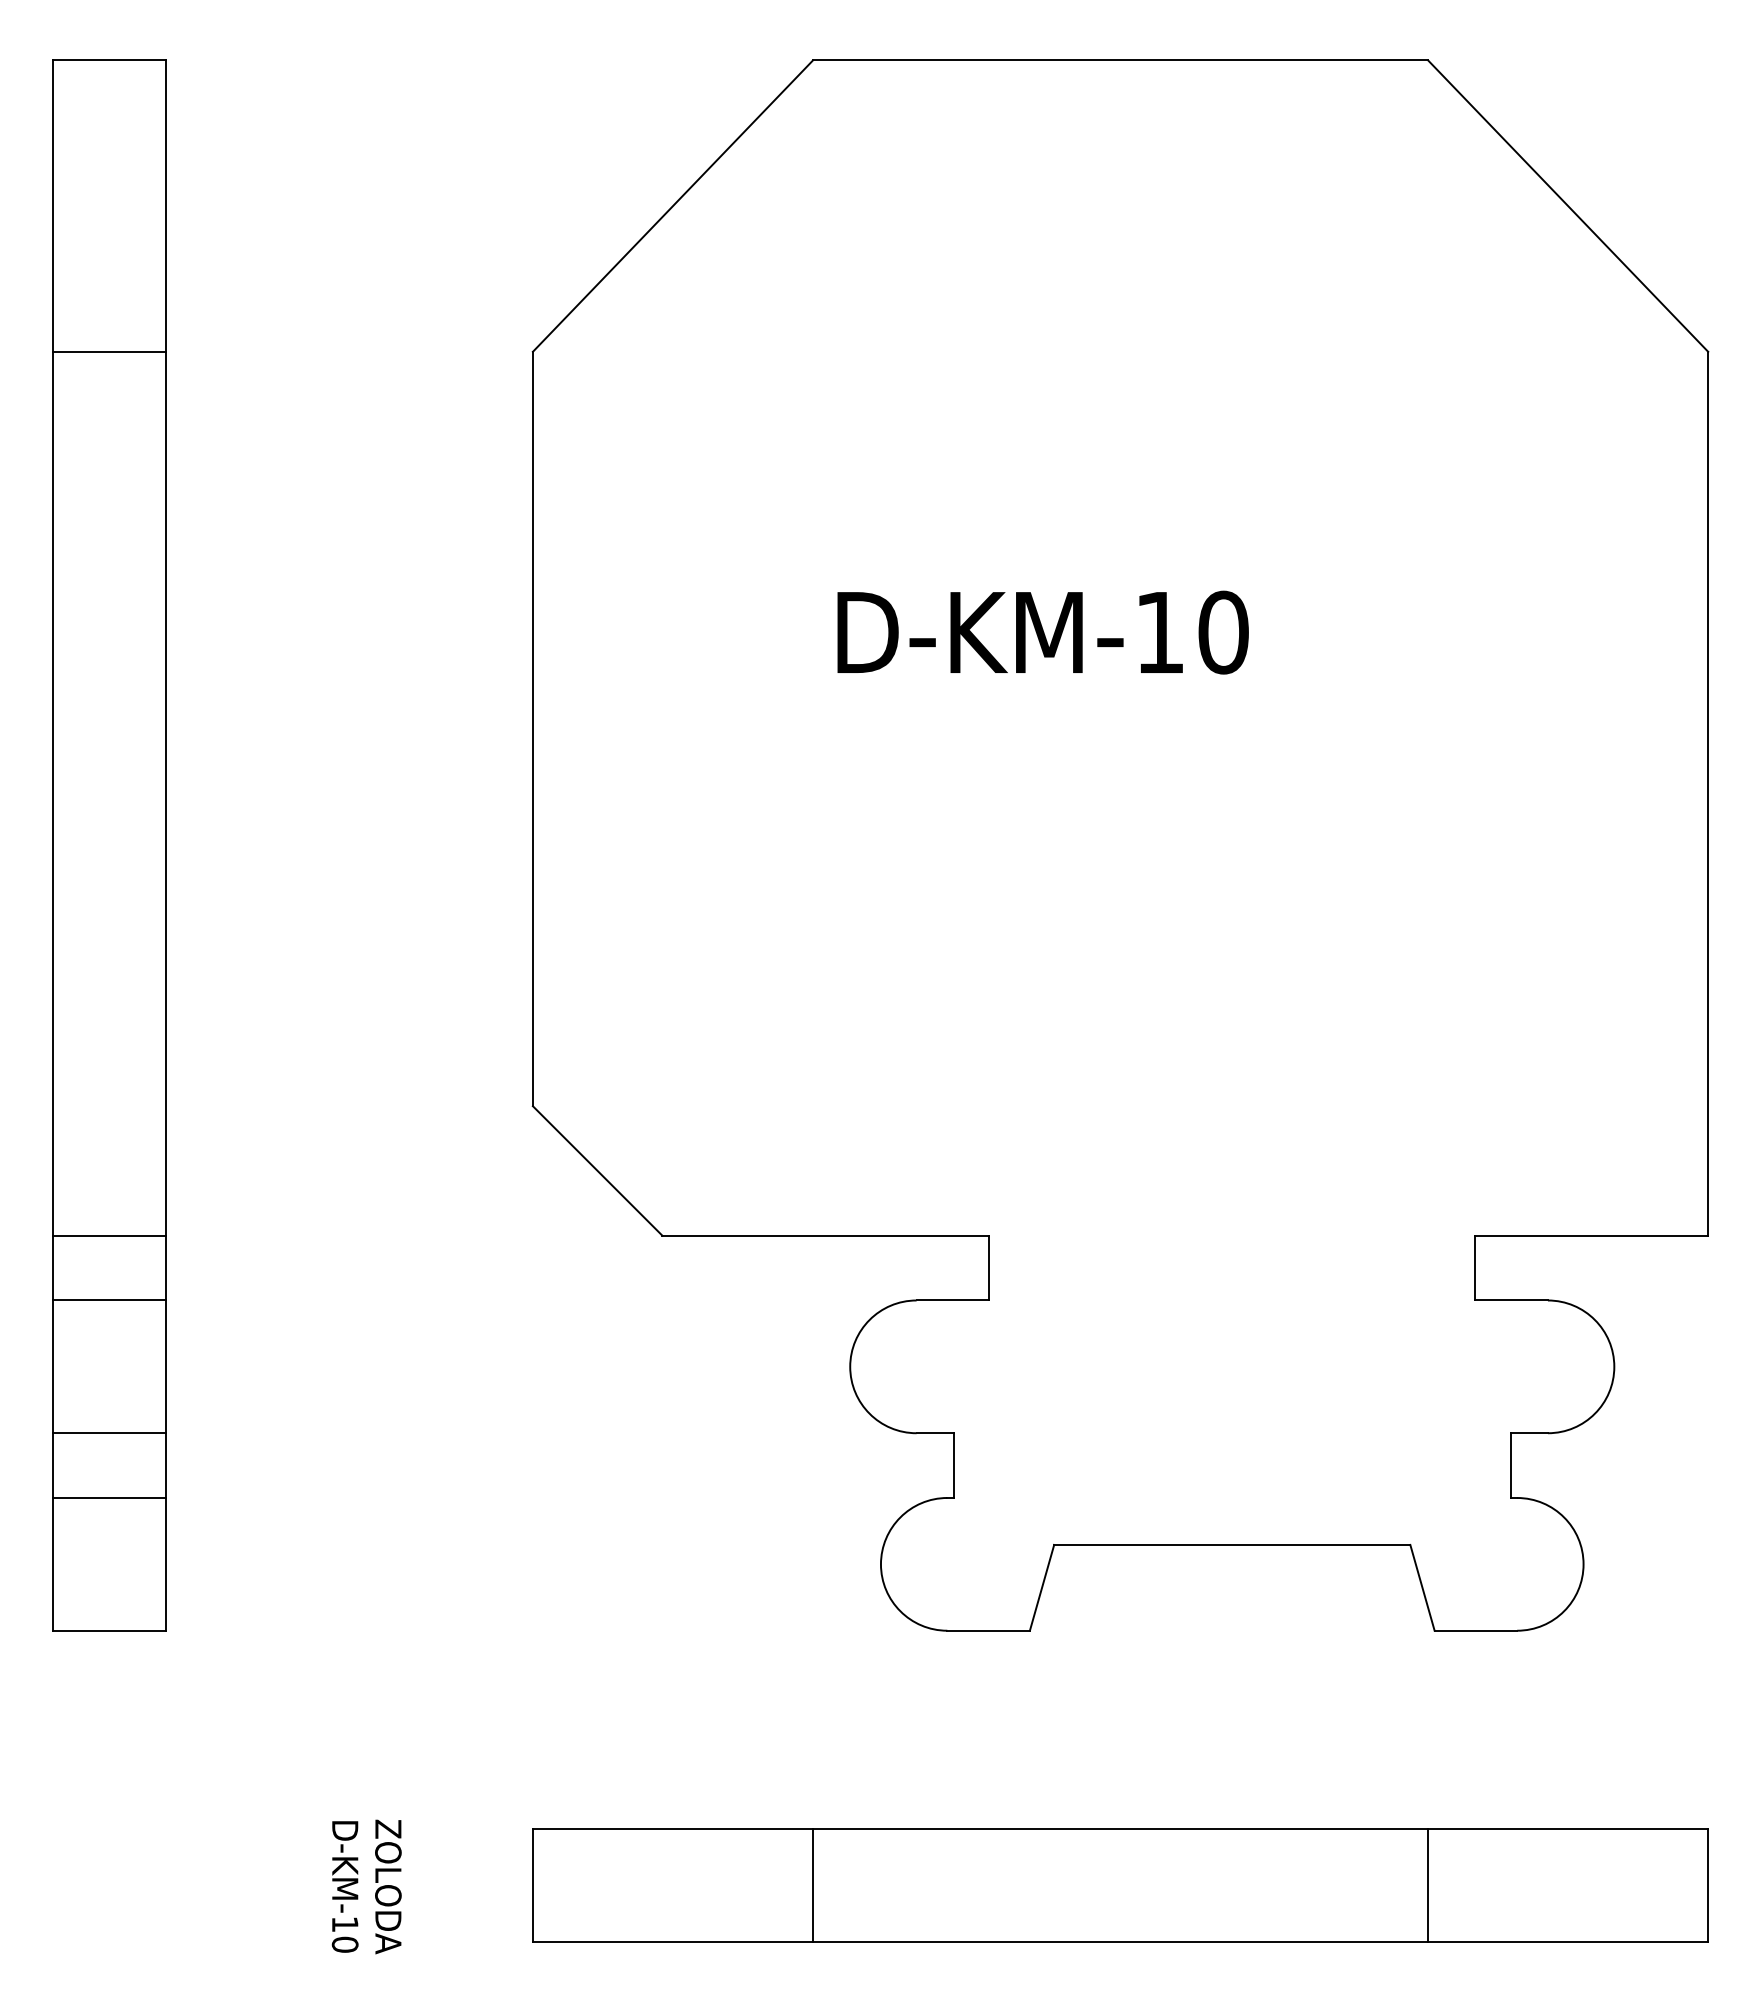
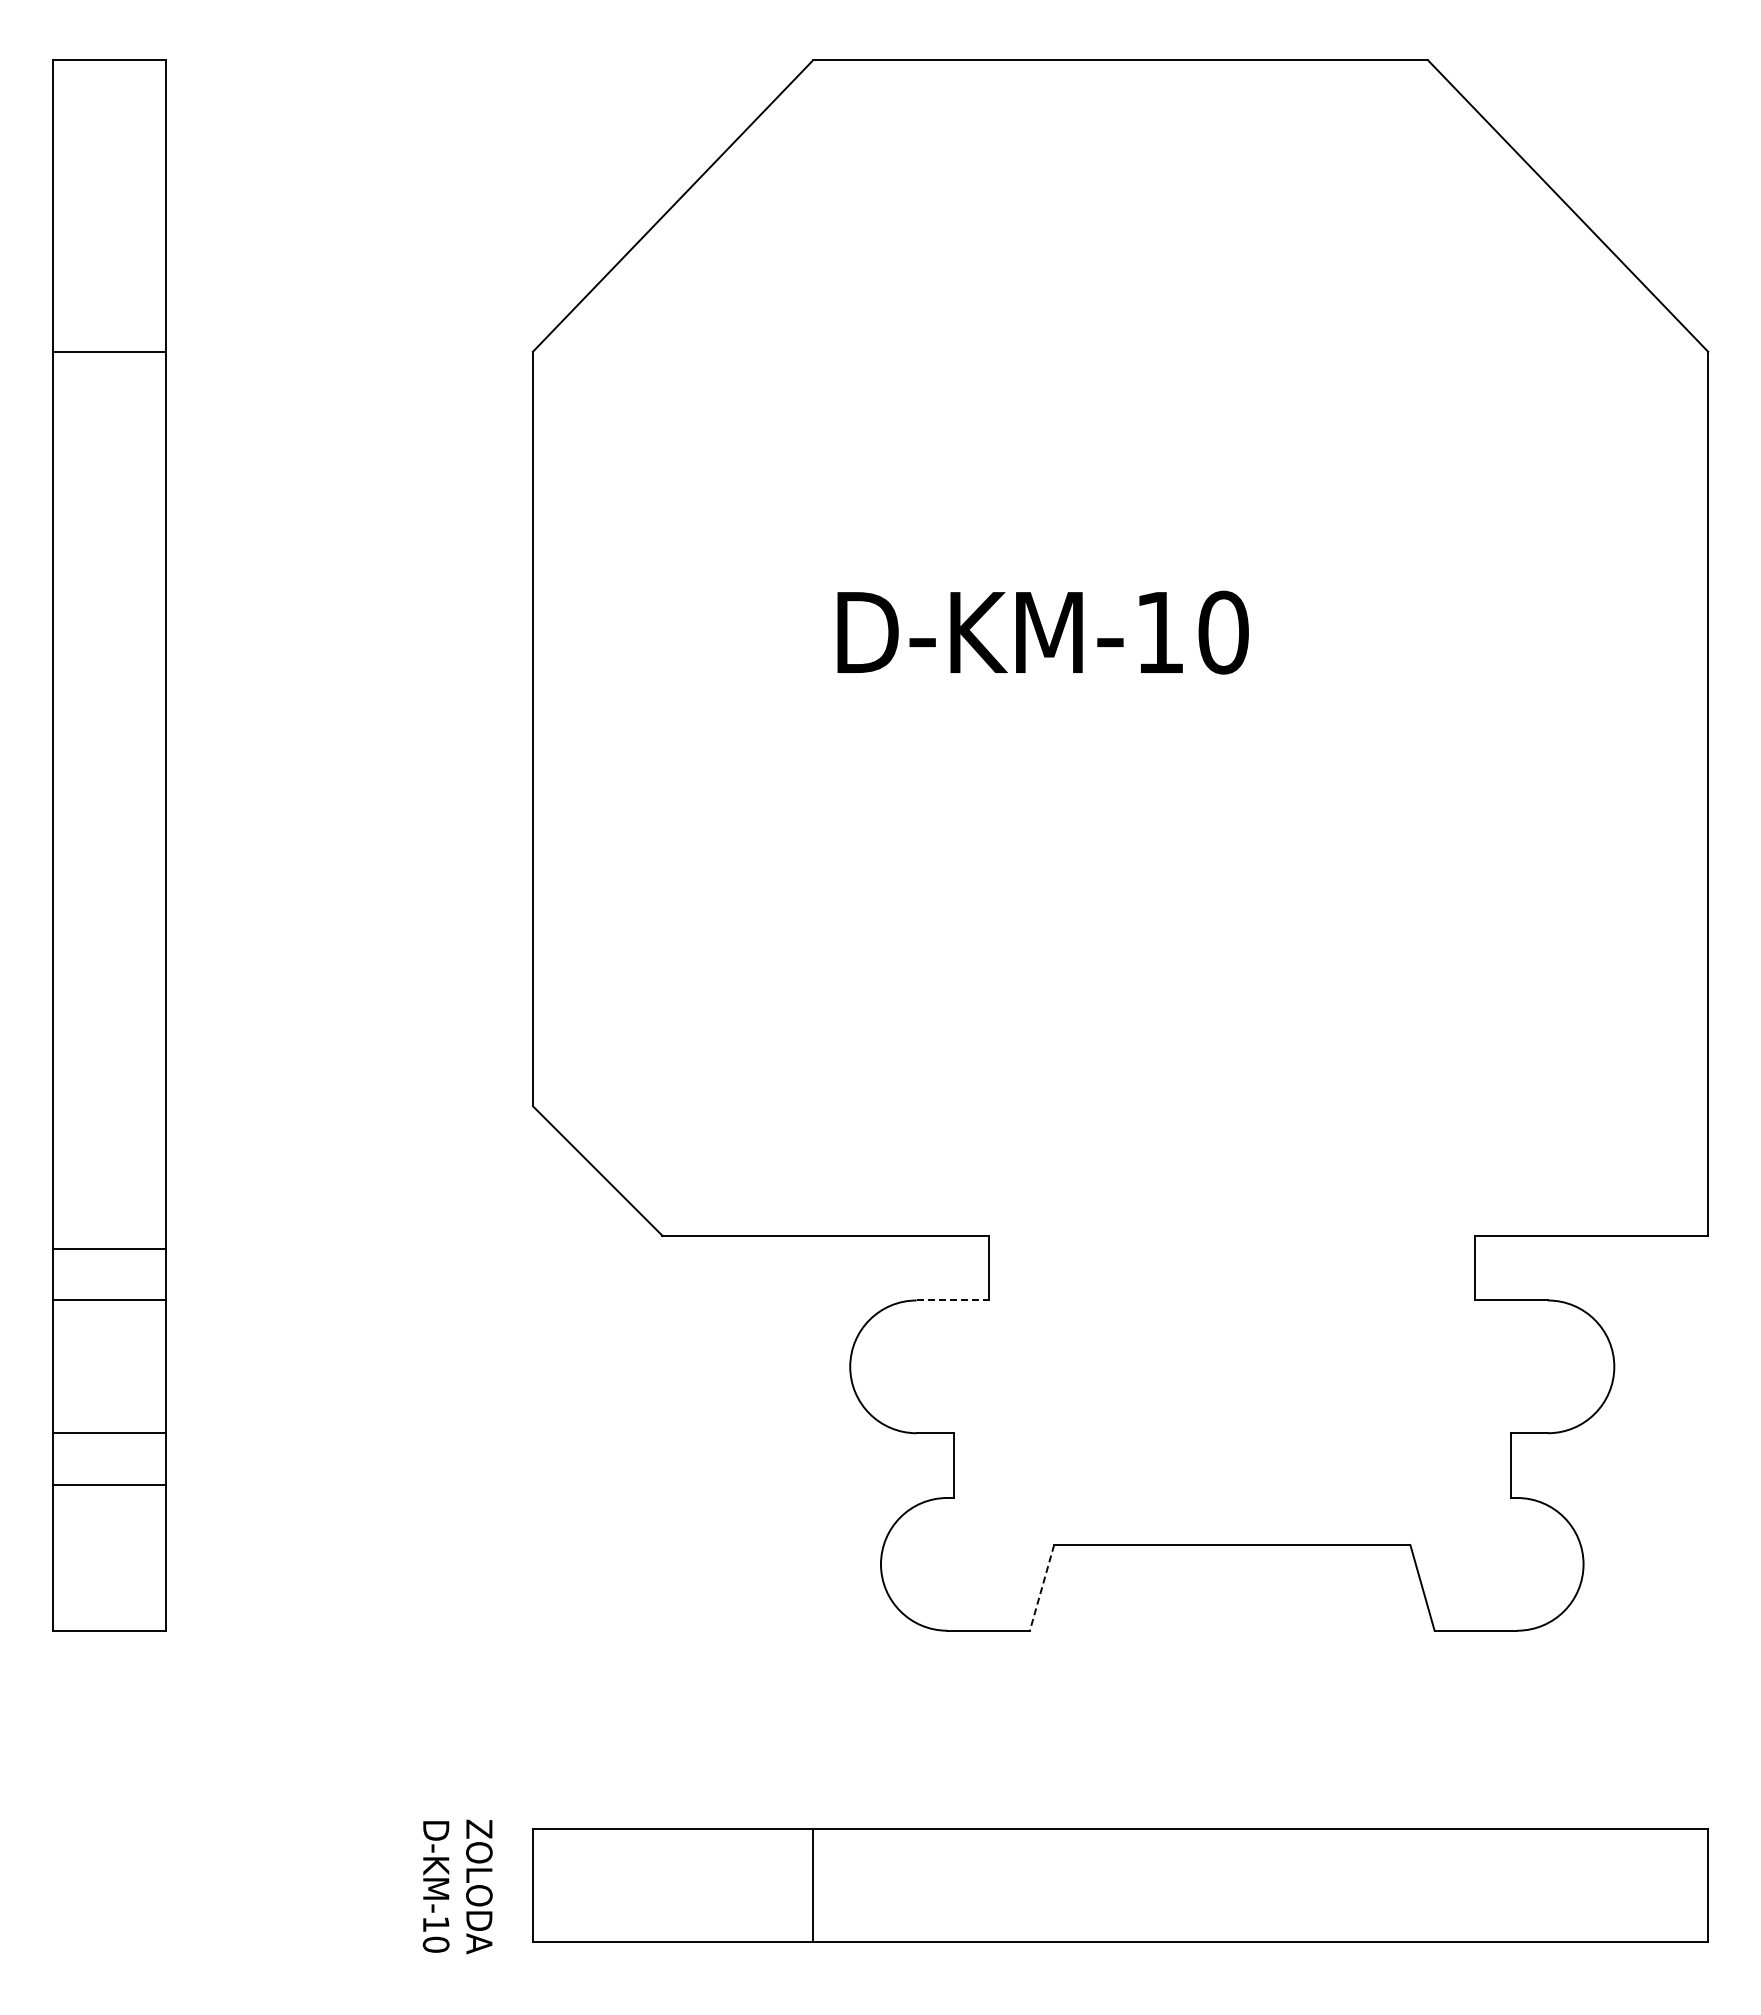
line at (109, 1235) position: (109, 1235) -> (109, 1248)
line at (953, 1300): solid -> dashed
line at (109, 1497) position: (109, 1497) -> (109, 1484)
line at (1042, 1587): solid -> dashed
line at (1428, 1885): present -> none
text at (366, 1886) position: (366, 1886) -> (457, 1886)
